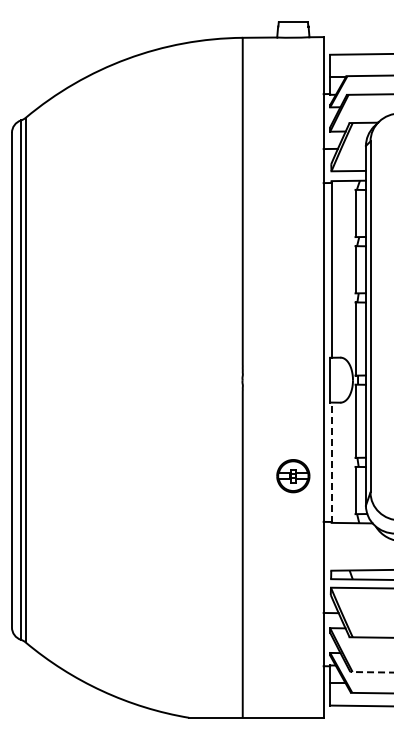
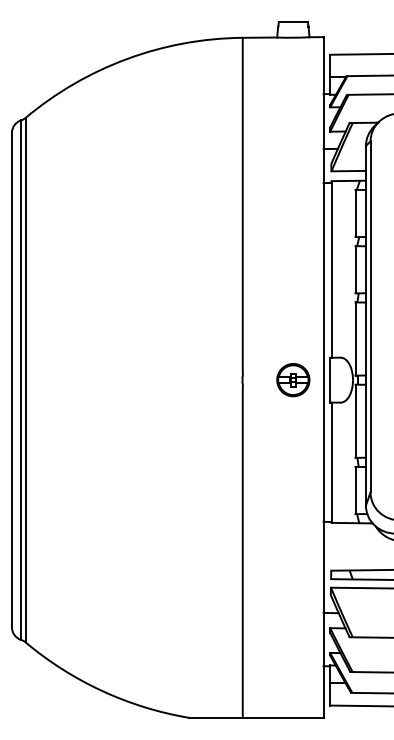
line at (331, 462): dashed -> solid
part at (293, 476) position: (293, 476) -> (293, 380)
line at (371, 672): dashed -> solid
